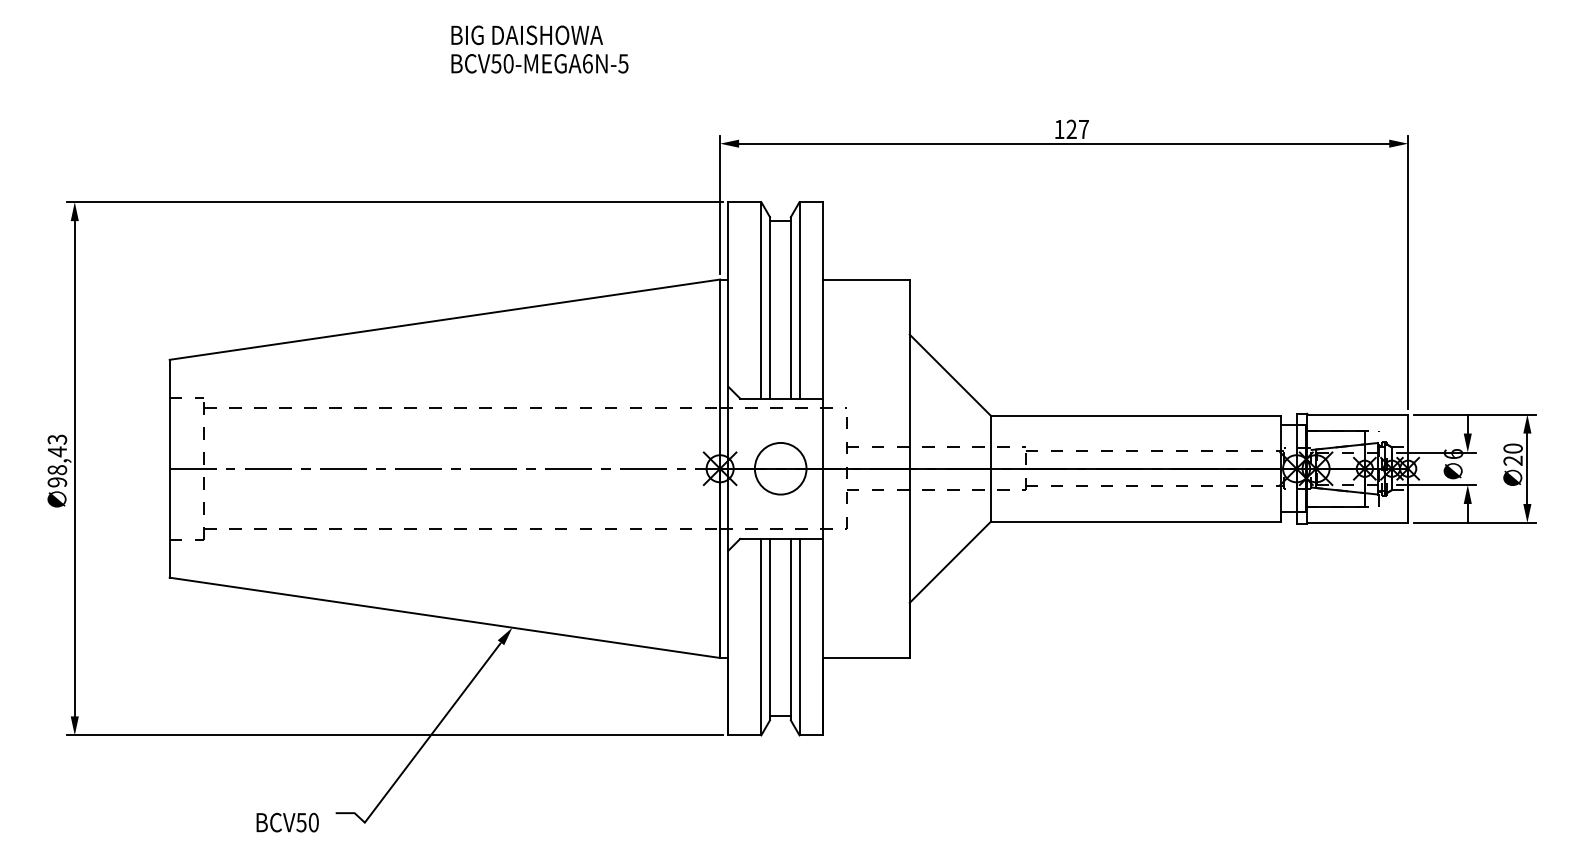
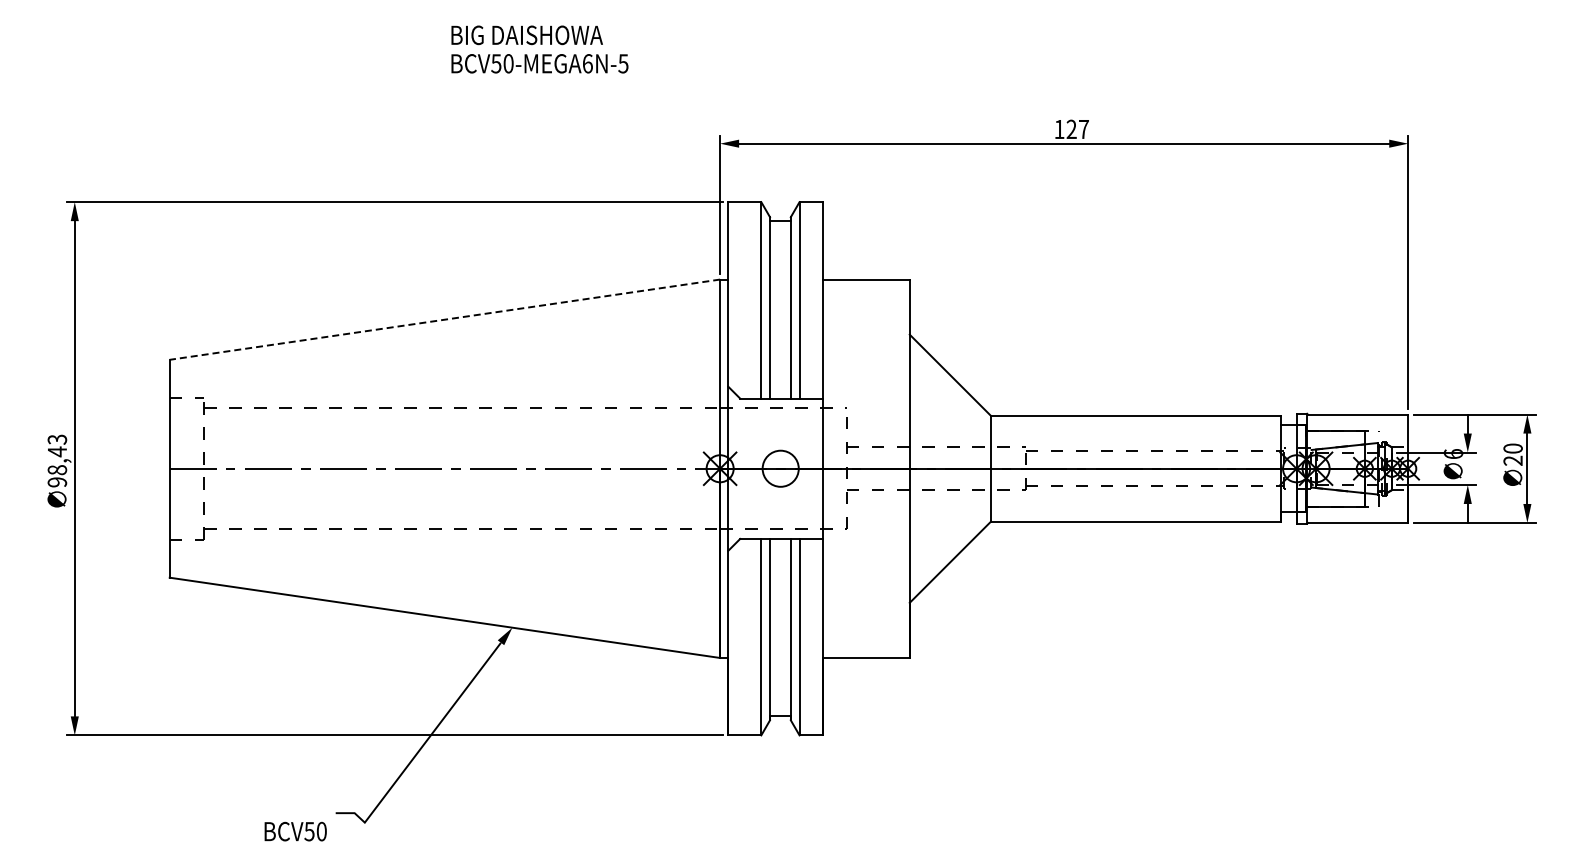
line at (444, 319): solid -> dashed
circle at (780, 468) diameter: 52 px -> 36 px
text at (287, 822) position: (287, 822) -> (295, 831)
